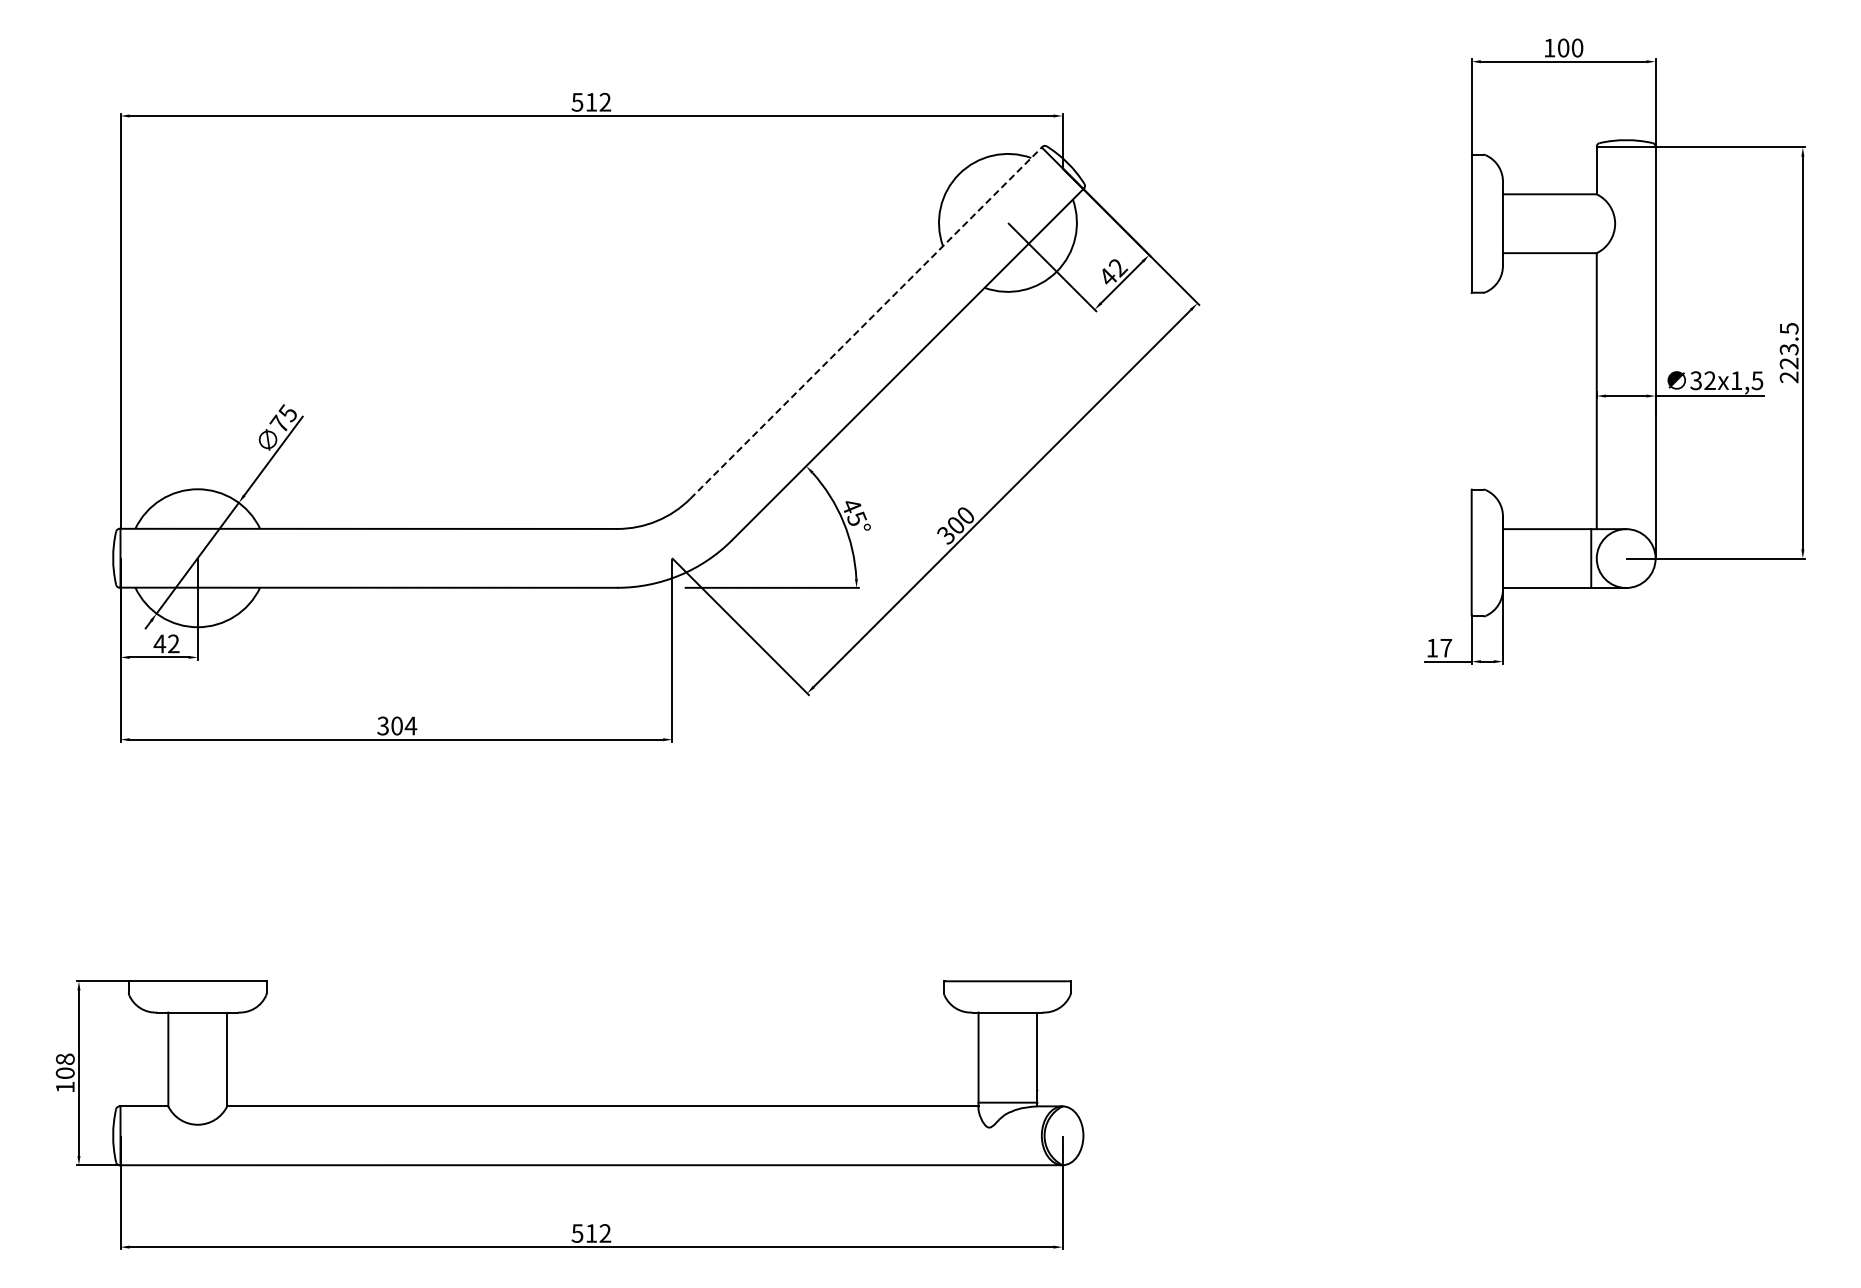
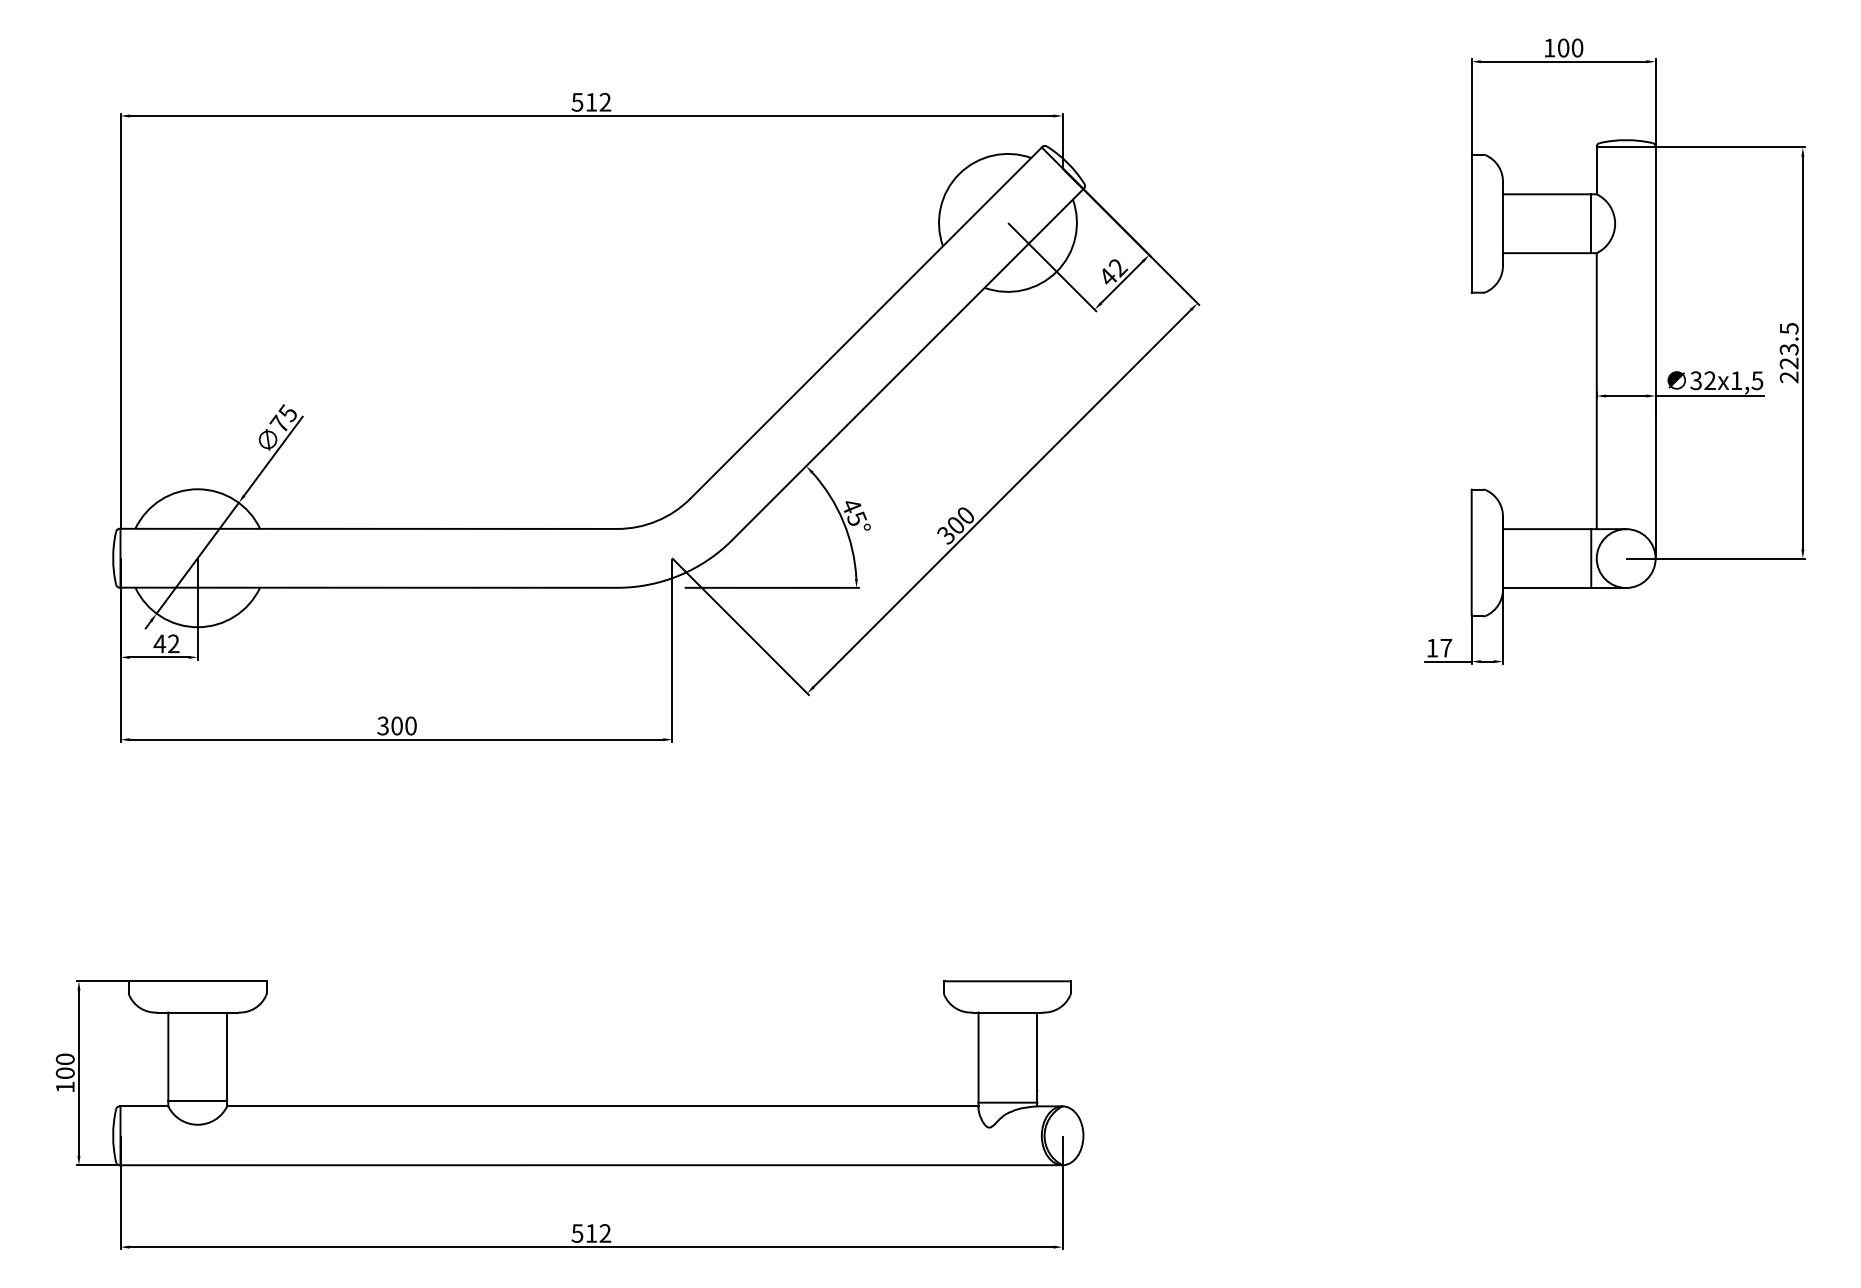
line at (1591, 223): none -> present
line at (866, 322): dashed -> solid
text at (410, 725): 304 -> 300
text at (65, 1059): 108 -> 100
line at (197, 1100): none -> present
